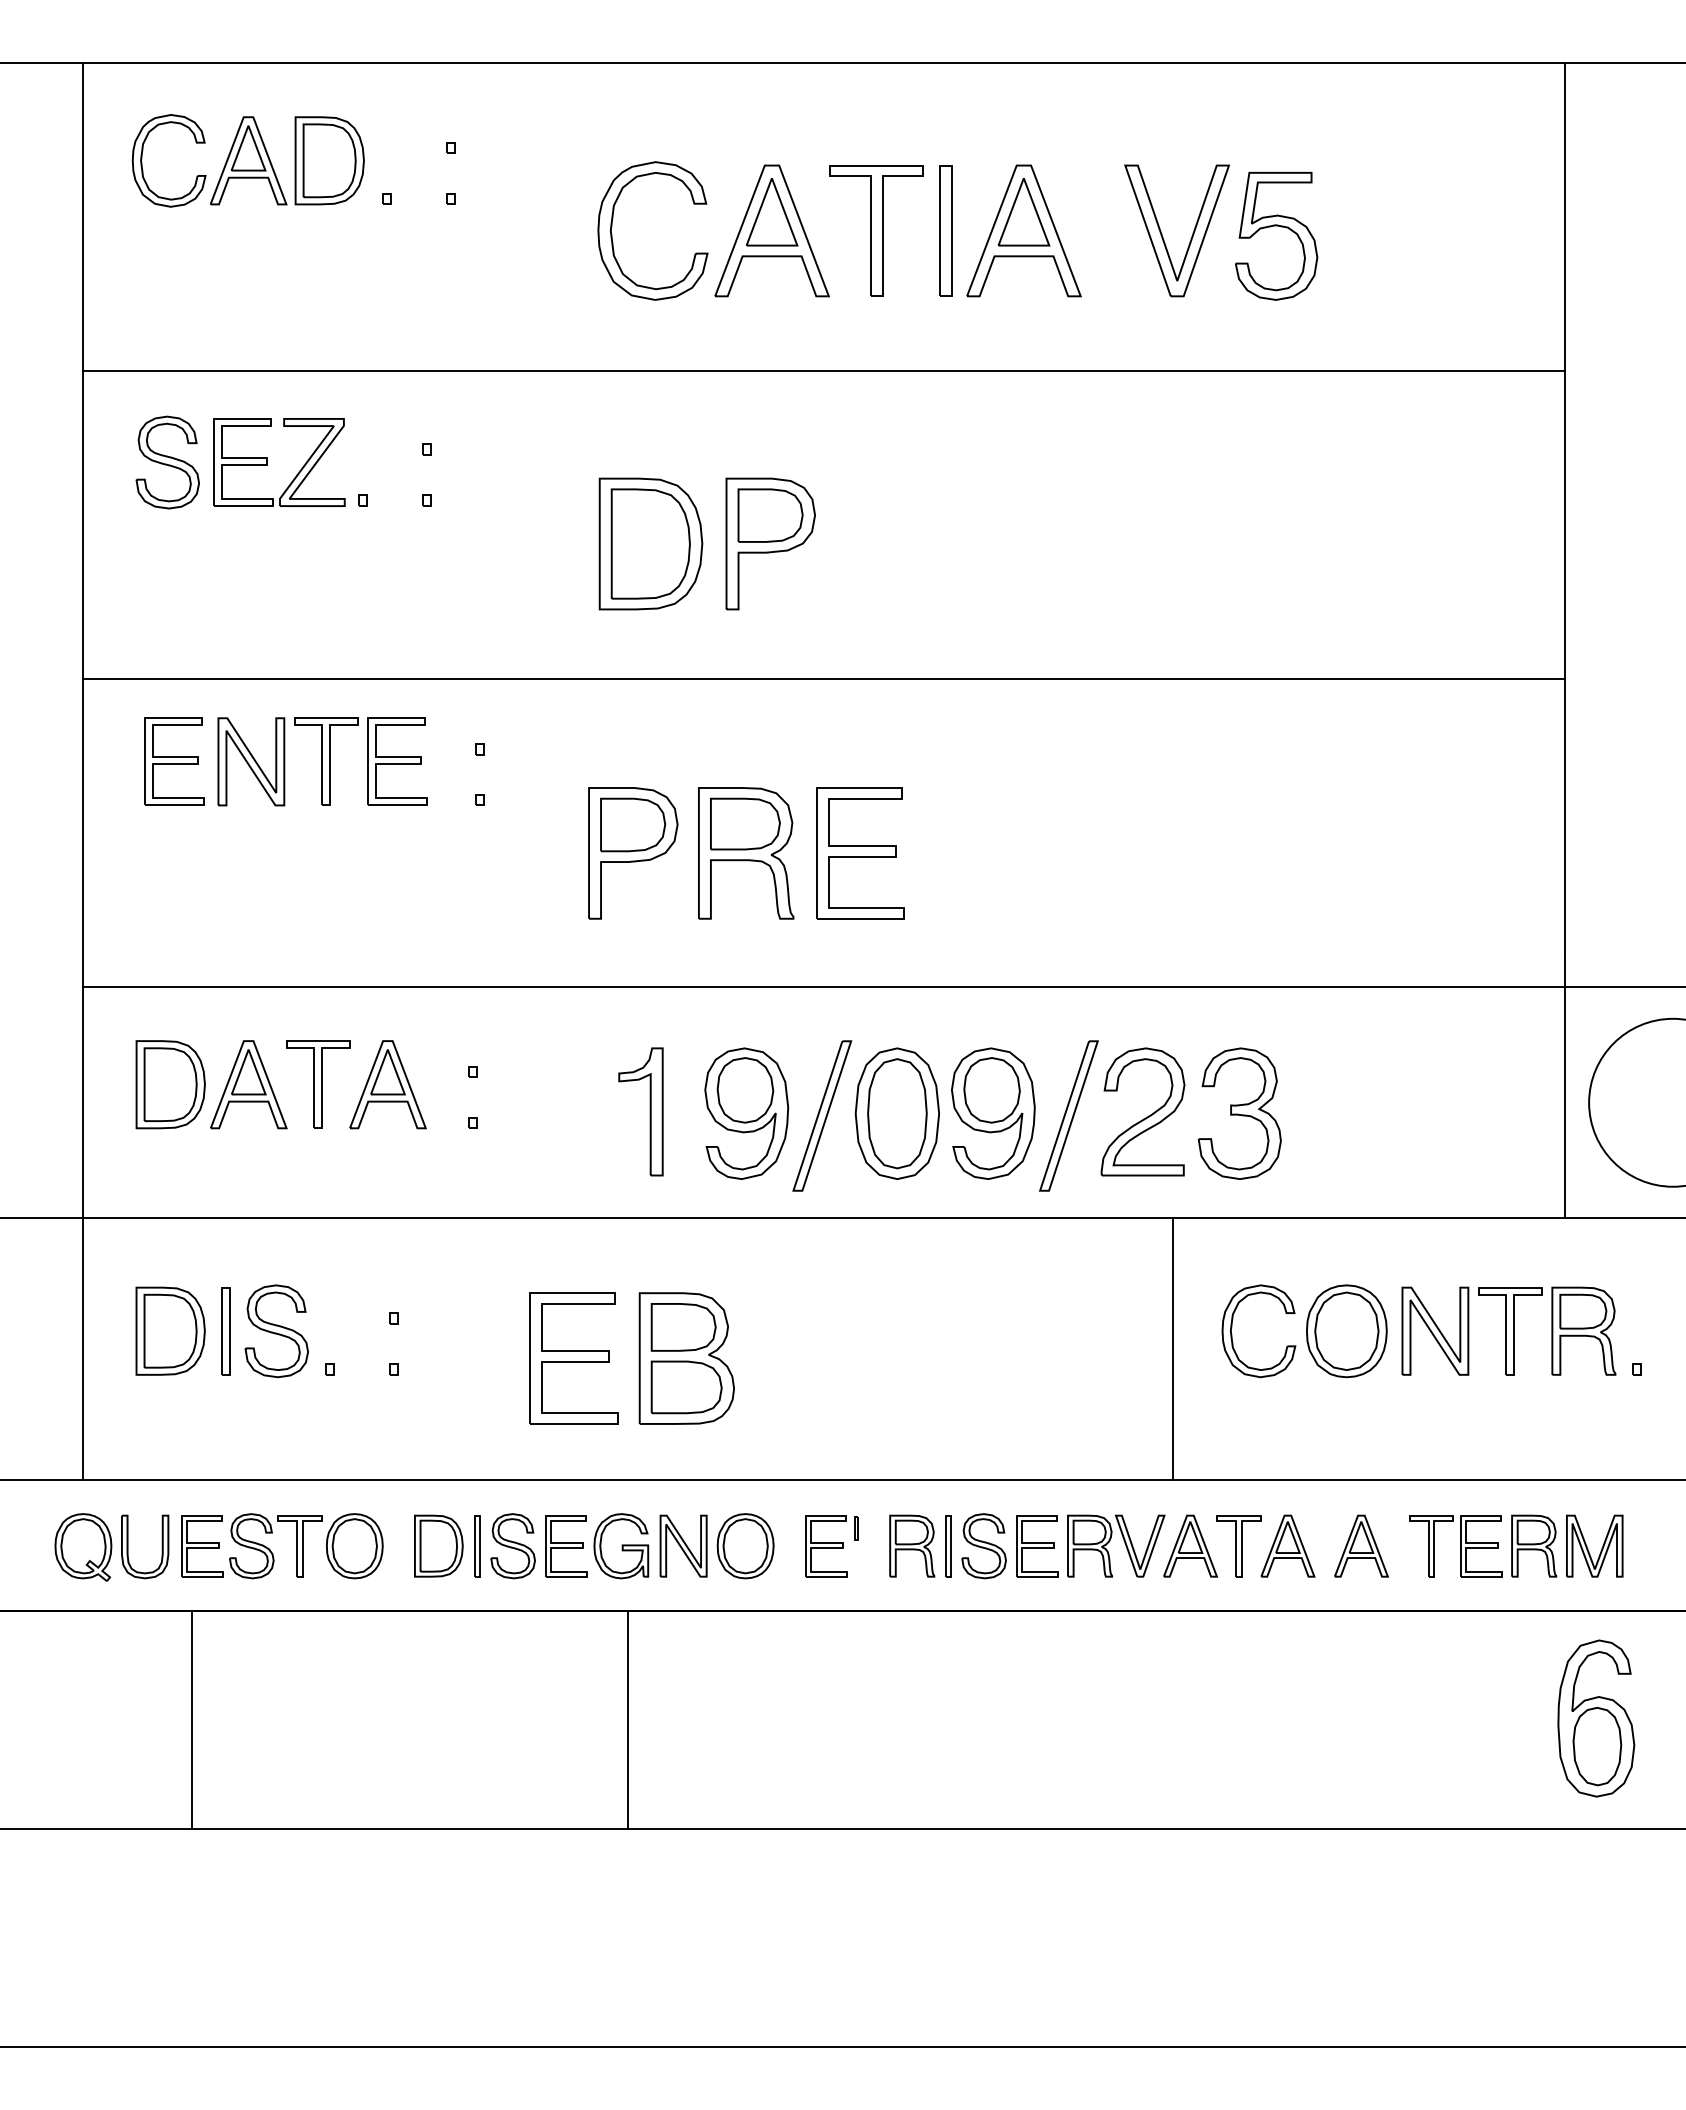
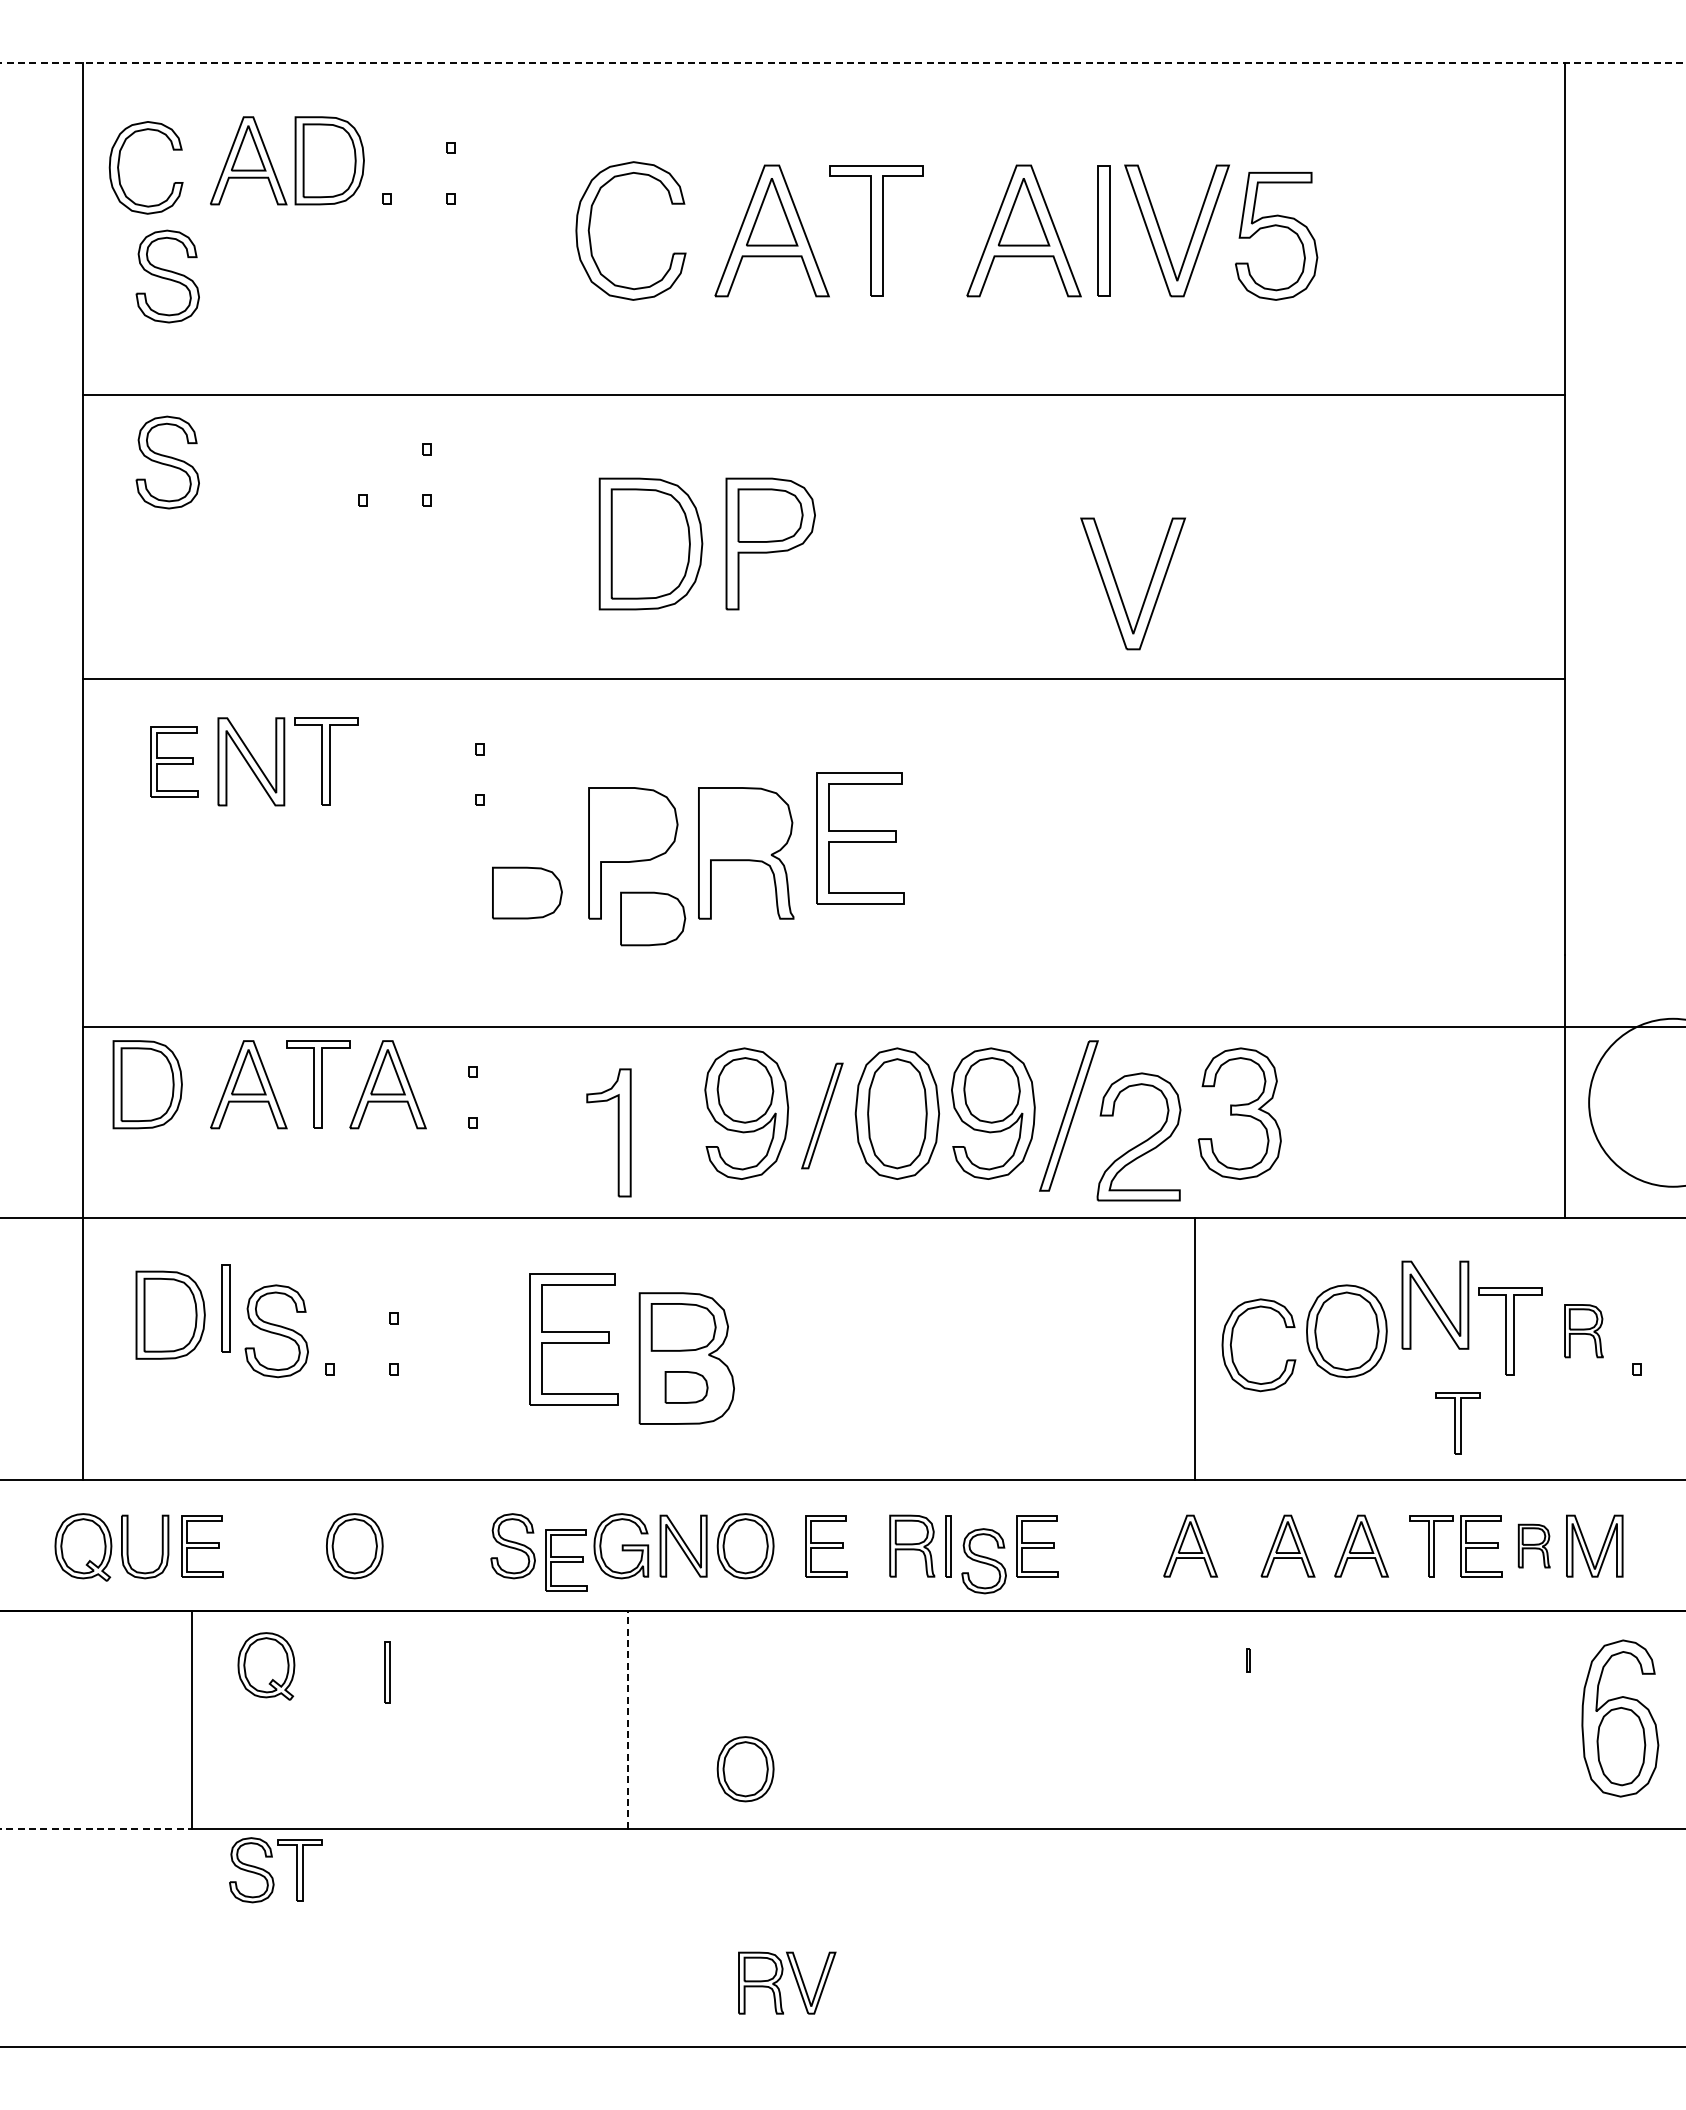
line at (844, 63): solid -> dashed
part at (142, 158) position: (142, 158) -> (119, 165)
part at (612, 226) position: (612, 226) -> (590, 226)
part at (945, 230) position: (945, 230) -> (1103, 230)
part at (167, 276): none -> present
line at (824, 371) position: (824, 371) -> (824, 395)
part at (267, 462): present -> none
part at (1119, 589): none -> present
part at (174, 761) size: 61x89 px -> 49x72 px
part at (397, 761): present -> none
part at (745, 823) position: (745, 823) -> (527, 892)
part at (633, 824) position: (633, 824) -> (653, 918)
part at (860, 853) position: (860, 853) -> (860, 838)
line at (882, 987) position: (882, 987) -> (882, 1027)
part at (170, 1084) position: (170, 1084) -> (147, 1084)
part at (649, 1111) position: (649, 1111) -> (617, 1132)
part at (822, 1115) size: 61x152 px -> 43x108 px
part at (1145, 1117) position: (1145, 1117) -> (1141, 1142)
part at (170, 1330) position: (170, 1330) -> (170, 1314)
part at (1435, 1330) position: (1435, 1330) -> (1435, 1304)
part at (1583, 1330) size: 66x90 px -> 40x55 px
part at (225, 1331) position: (225, 1331) -> (225, 1308)
part at (1232, 1334) position: (1232, 1334) -> (1232, 1348)
line at (1173, 1349) position: (1173, 1349) -> (1195, 1349)
part at (573, 1358) position: (573, 1358) -> (573, 1339)
part at (686, 1387) size: 73x55 px -> 45x33 px
line at (855, 1528) position: (855, 1528) -> (1247, 1660)
part at (1110, 1541) position: (1110, 1541) -> (781, 1978)
part at (438, 1545): present -> none
part at (1534, 1545) size: 47x64 px -> 34x46 px
part at (275, 1546) position: (275, 1546) -> (275, 1870)
part at (477, 1546) position: (477, 1546) -> (387, 1672)
part at (566, 1546) position: (566, 1546) -> (566, 1560)
part at (983, 1546) position: (983, 1546) -> (983, 1561)
part at (1238, 1546) position: (1238, 1546) -> (1457, 1423)
part at (266, 1666): none -> present
part at (1596, 1718) position: (1596, 1718) -> (1620, 1718)
line at (628, 1719): solid -> dashed
part at (745, 1769): none -> present
line at (96, 1828): solid -> dashed
